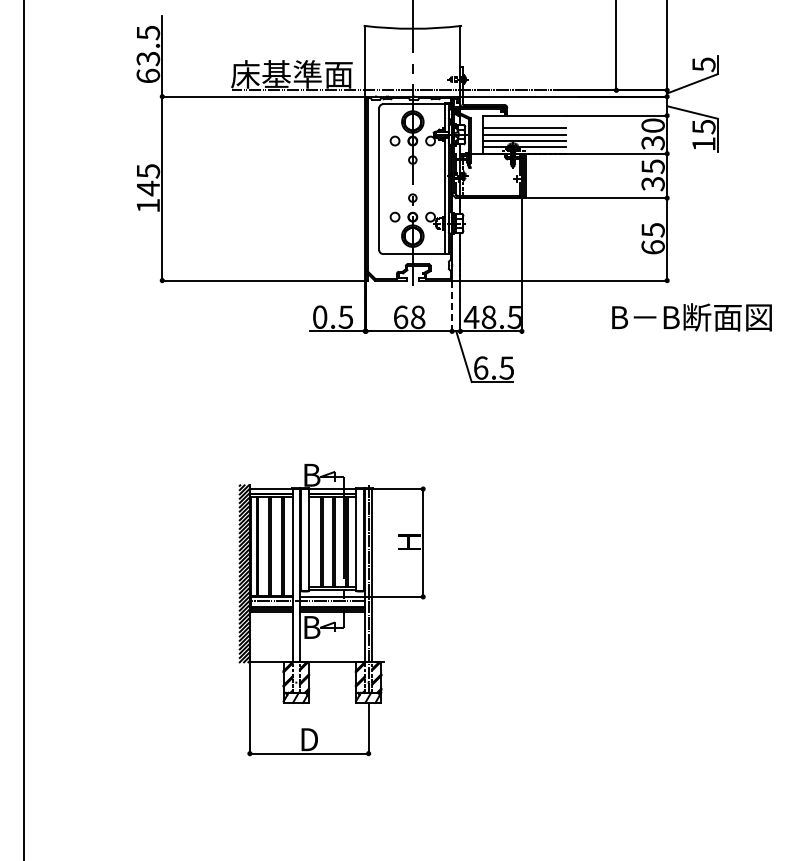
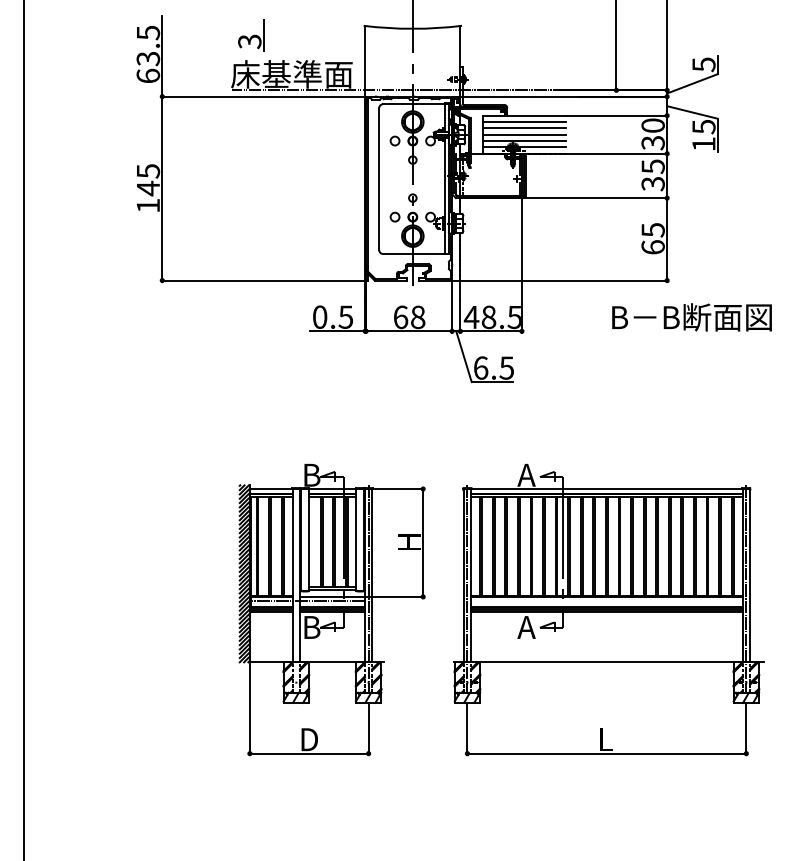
part at (251, 35): none -> present
line at (523, 122): none -> present
line at (452, 307): dashed -> solid
part at (608, 610): none -> present
